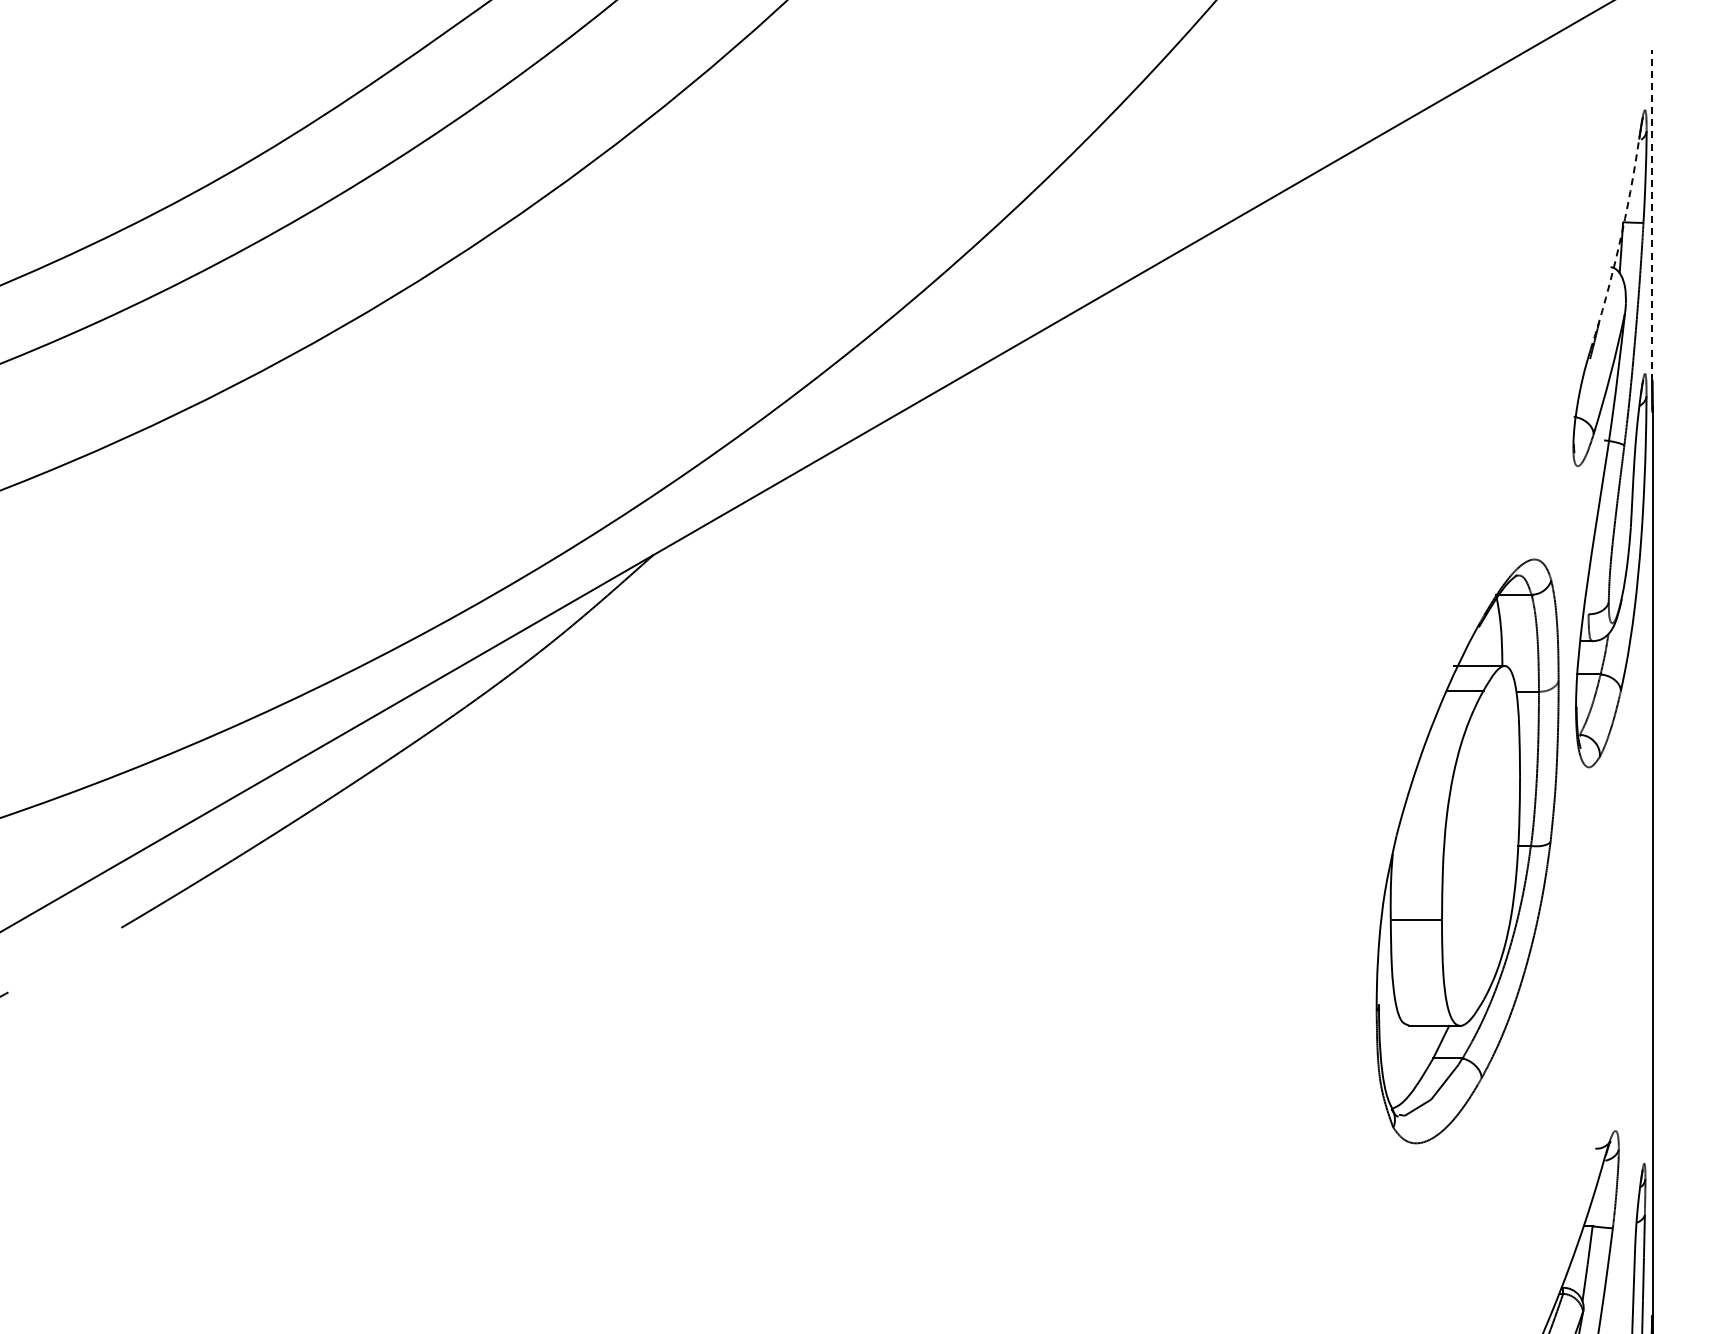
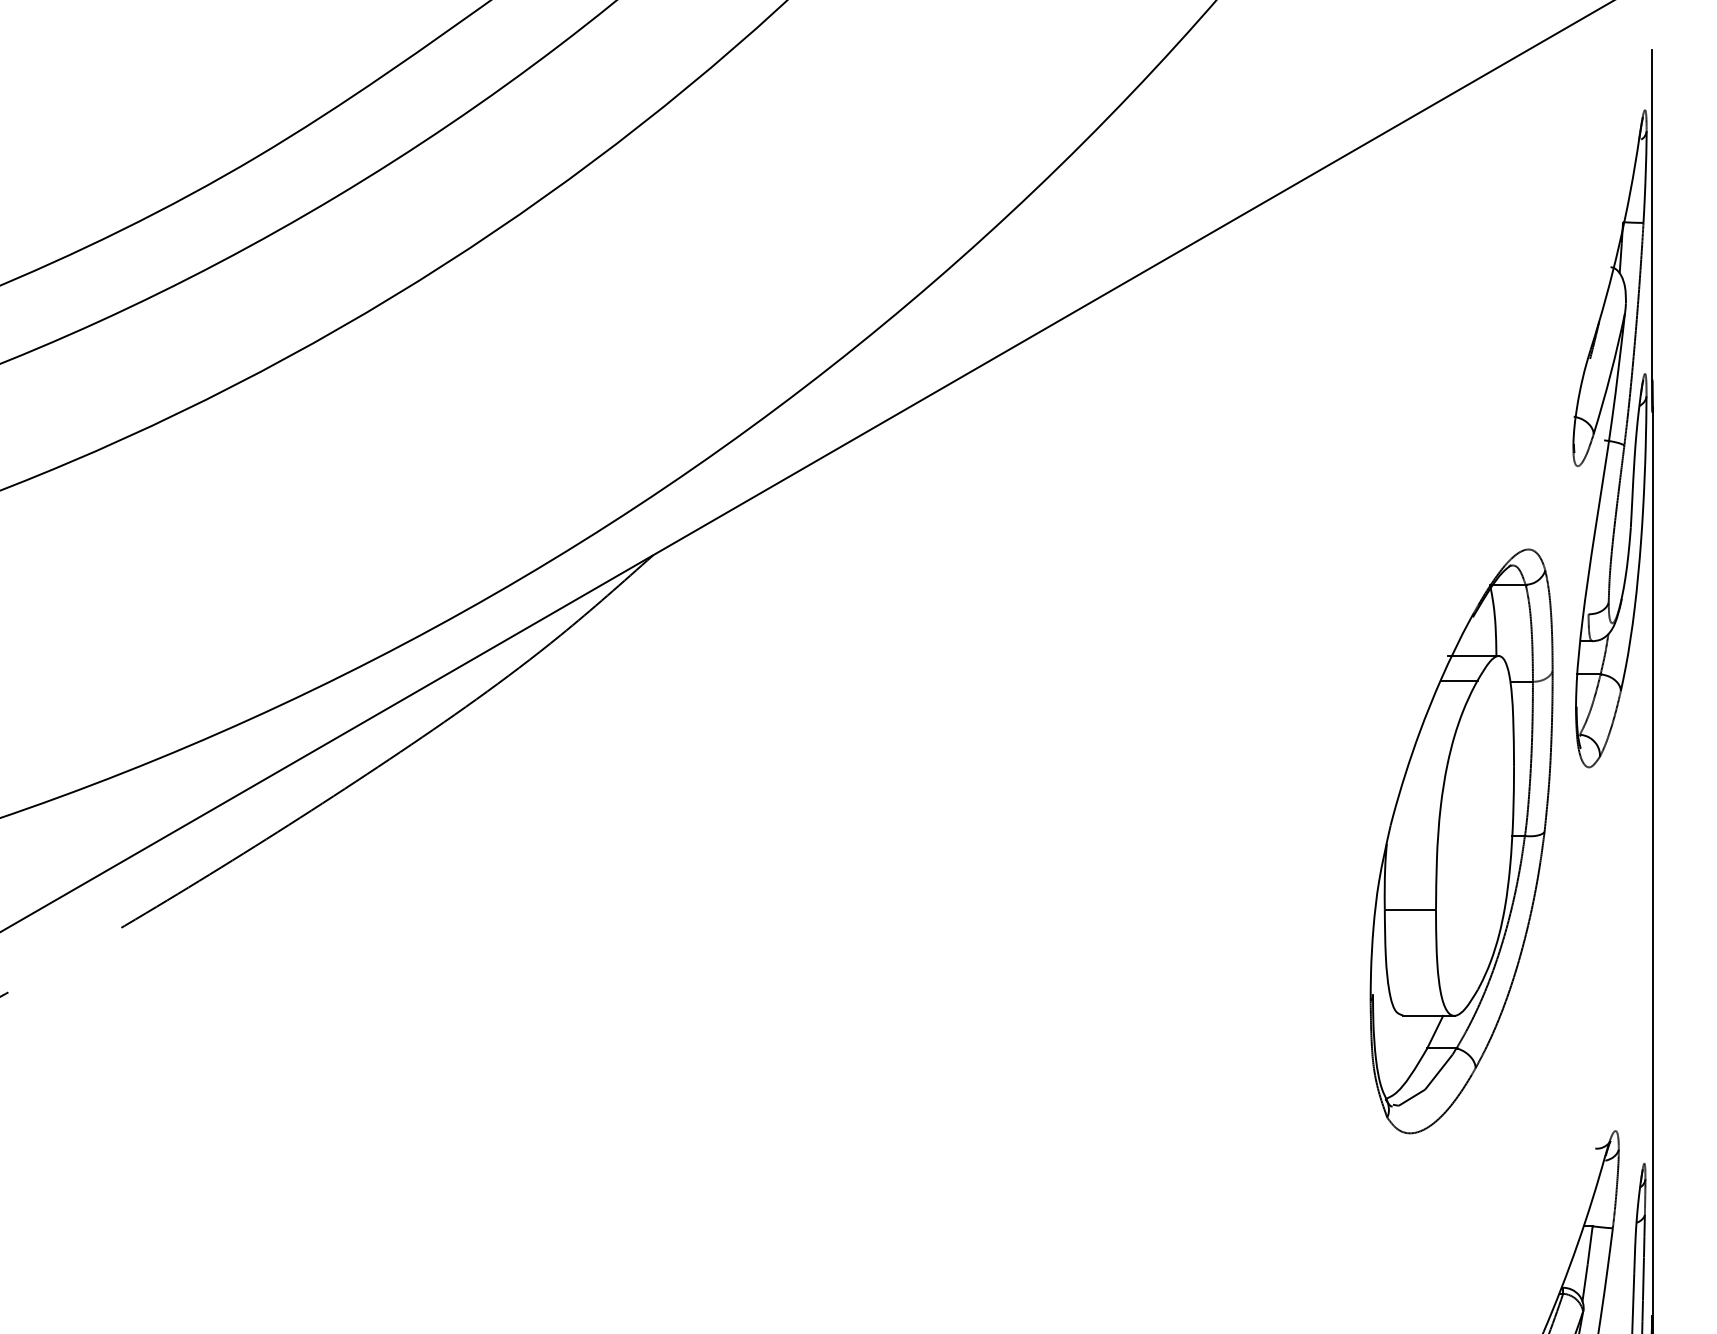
line at (1652, 215): dashed -> solid
arc at (1619, 244): dashed -> solid
part at (1467, 851) position: (1467, 851) -> (1461, 841)
